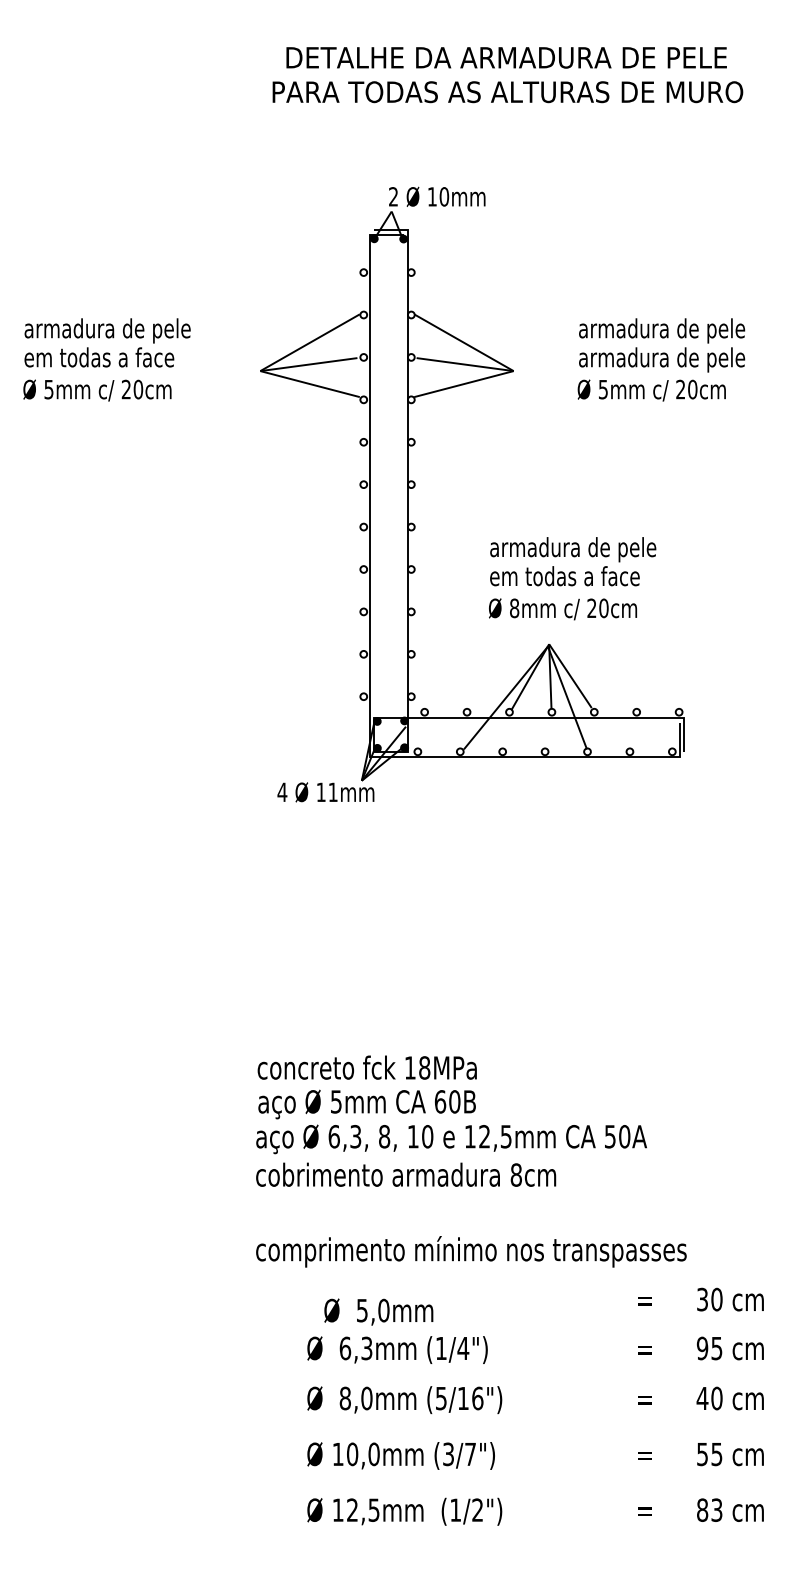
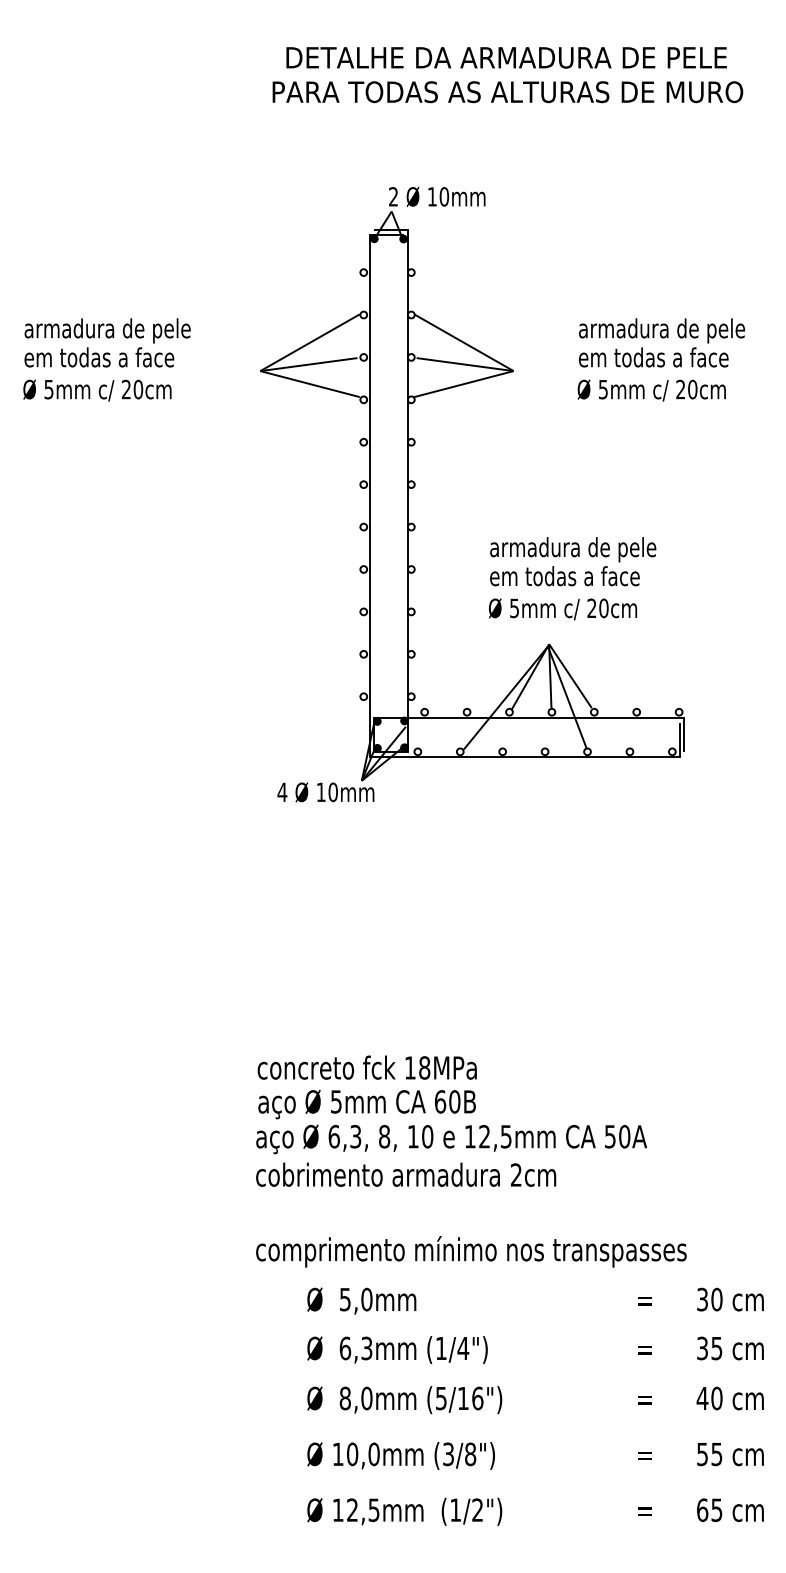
text at (661, 359): armadura de pele -> em todas a face
text at (514, 608): 8mm -> 5mm
text at (332, 792): 11mm -> 10mm
text at (515, 1174): 8cm -> 2cm
text at (378, 1311) position: (378, 1311) -> (361, 1300)
text at (702, 1347): 95 -> 35
text at (470, 1454): (3/7") -> (3/8")
text at (709, 1509): 83 -> 65
